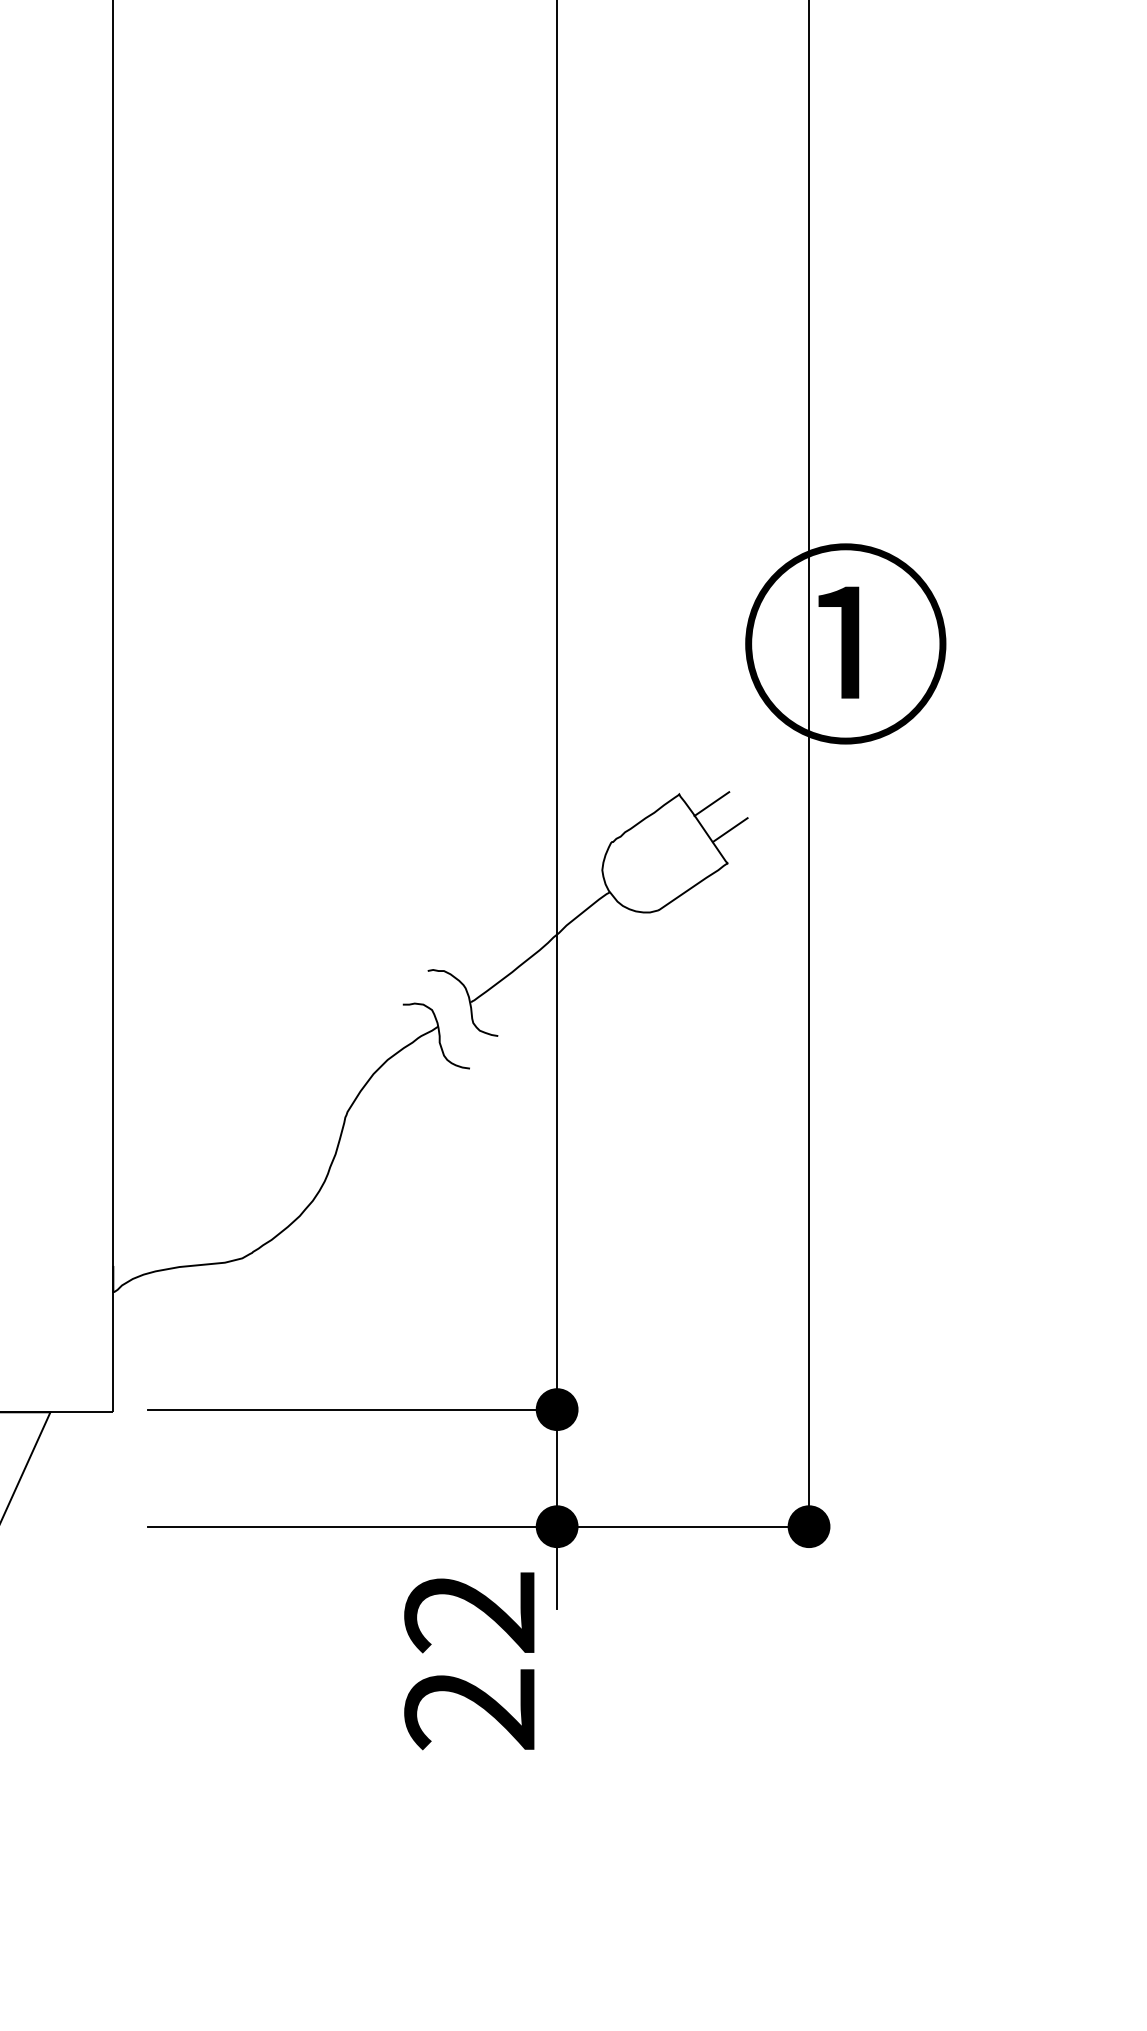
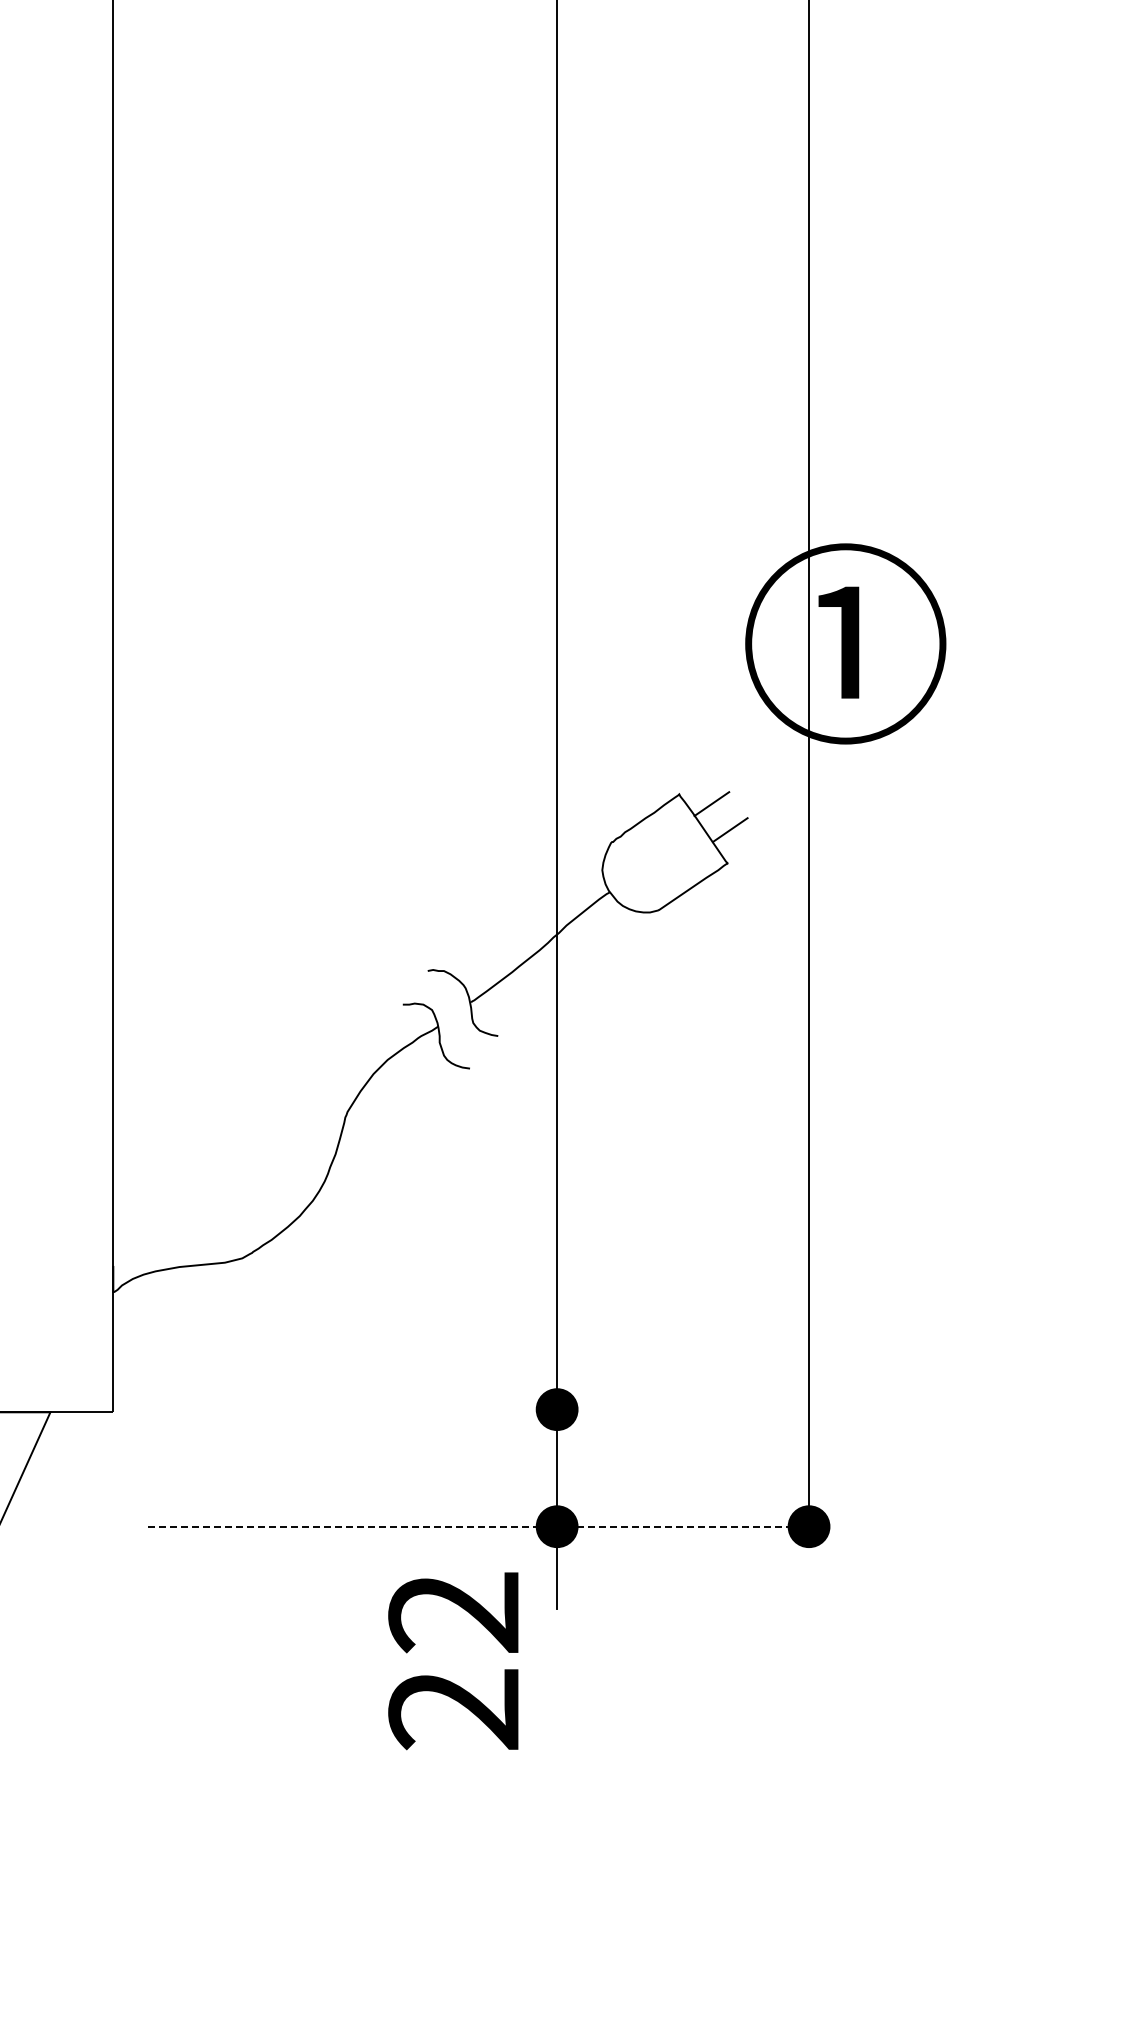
line at (352, 1409): present -> none
line at (479, 1526): solid -> dashed
text at (469, 1661) position: (469, 1661) -> (453, 1661)
